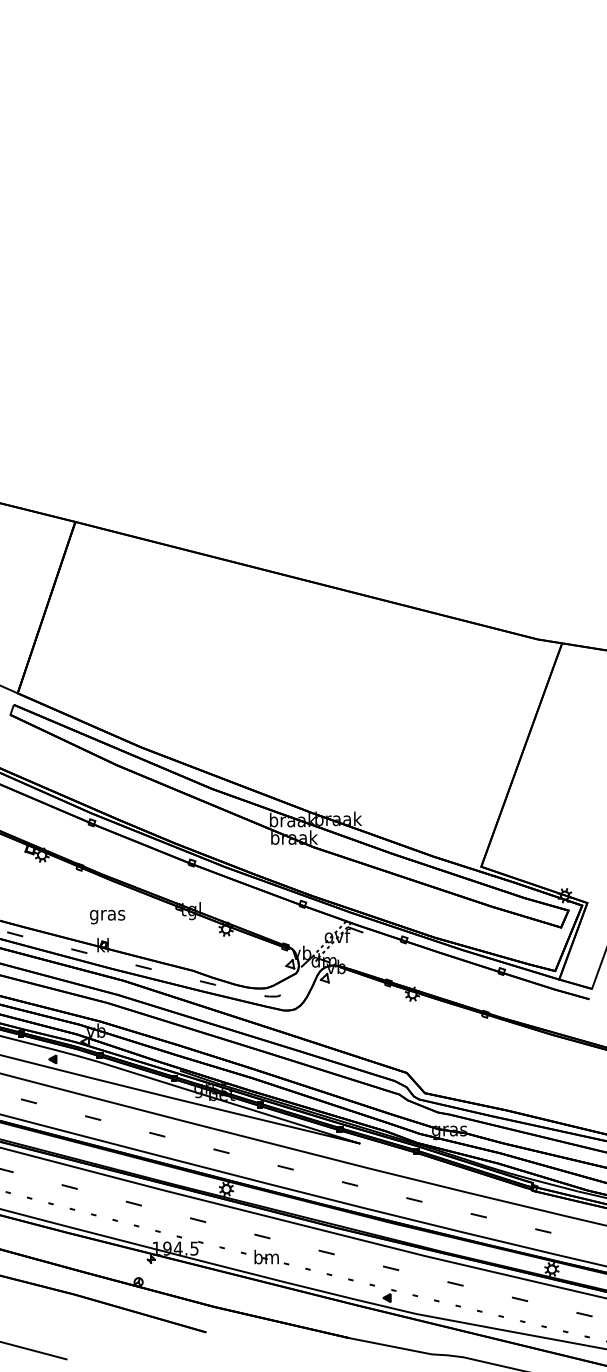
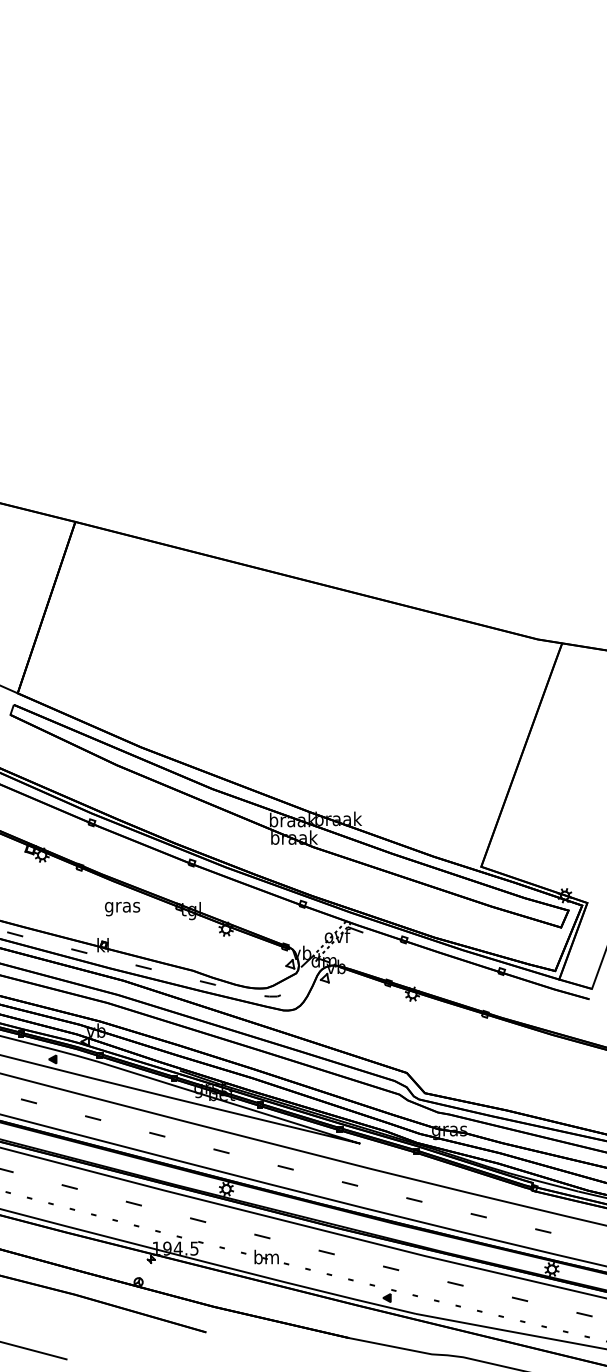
text at (107, 917) position: (107, 917) -> (122, 909)
